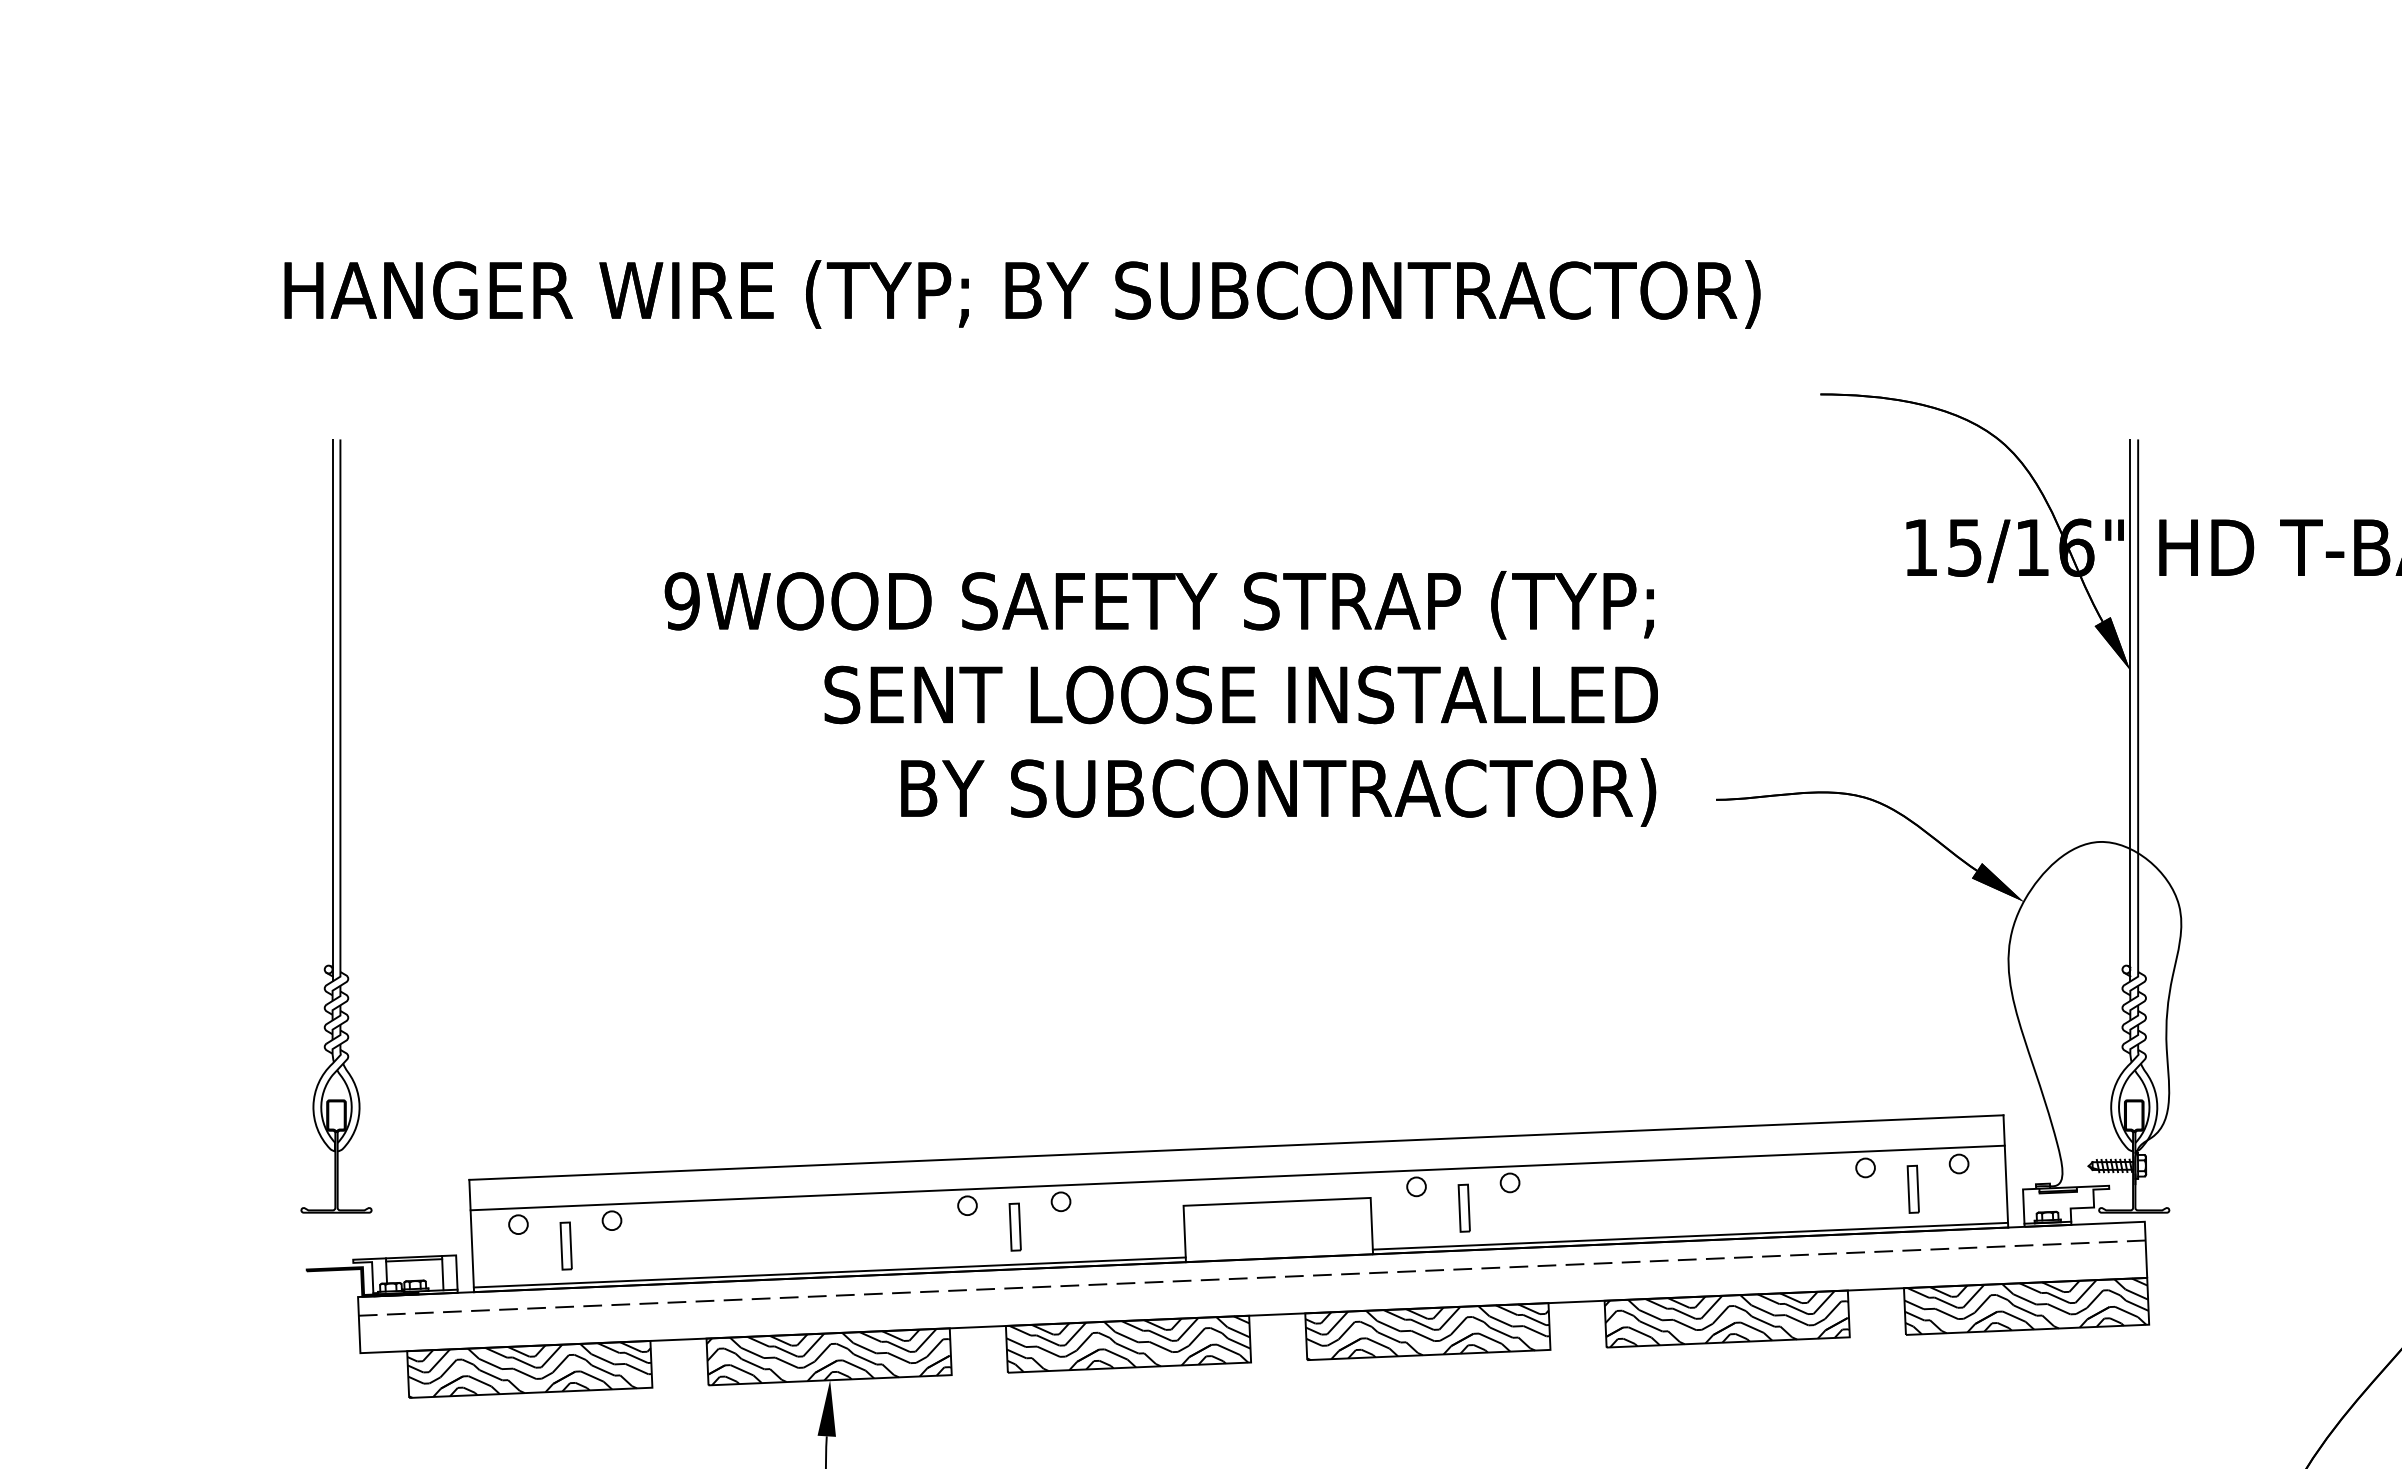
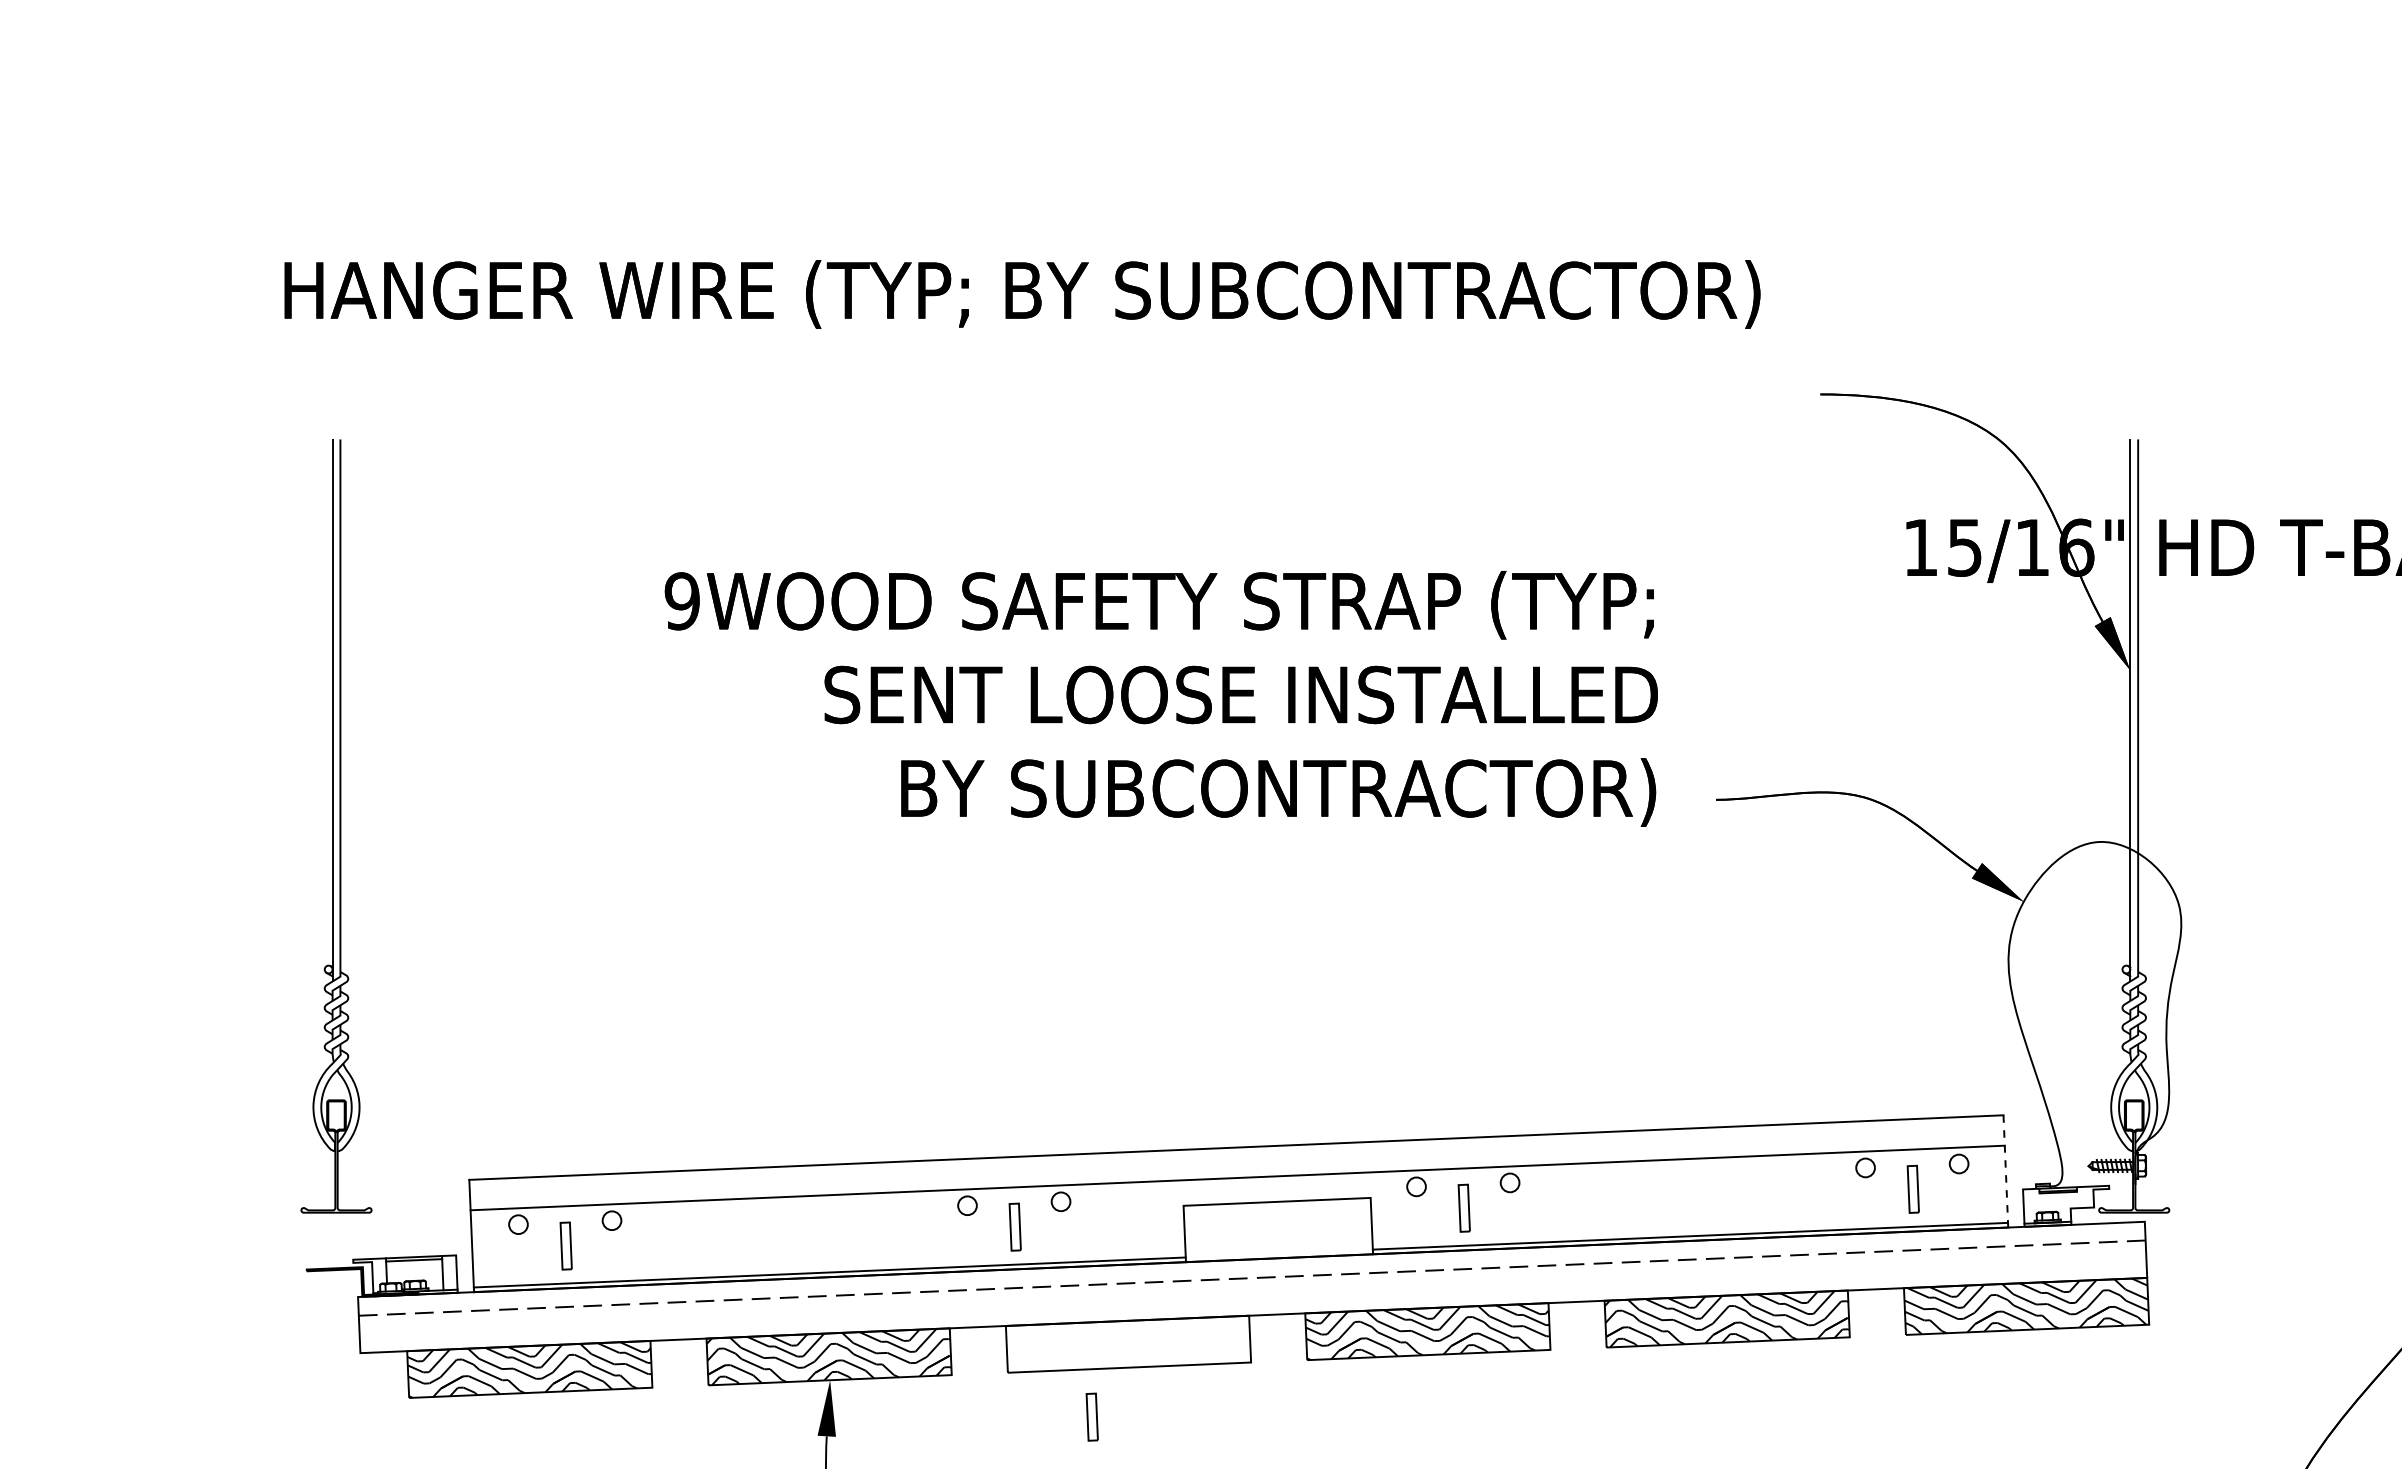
line at (2005, 1170): solid -> dashed
hatch at (1128, 1344): present -> none
part at (1091, 1416): none -> present
